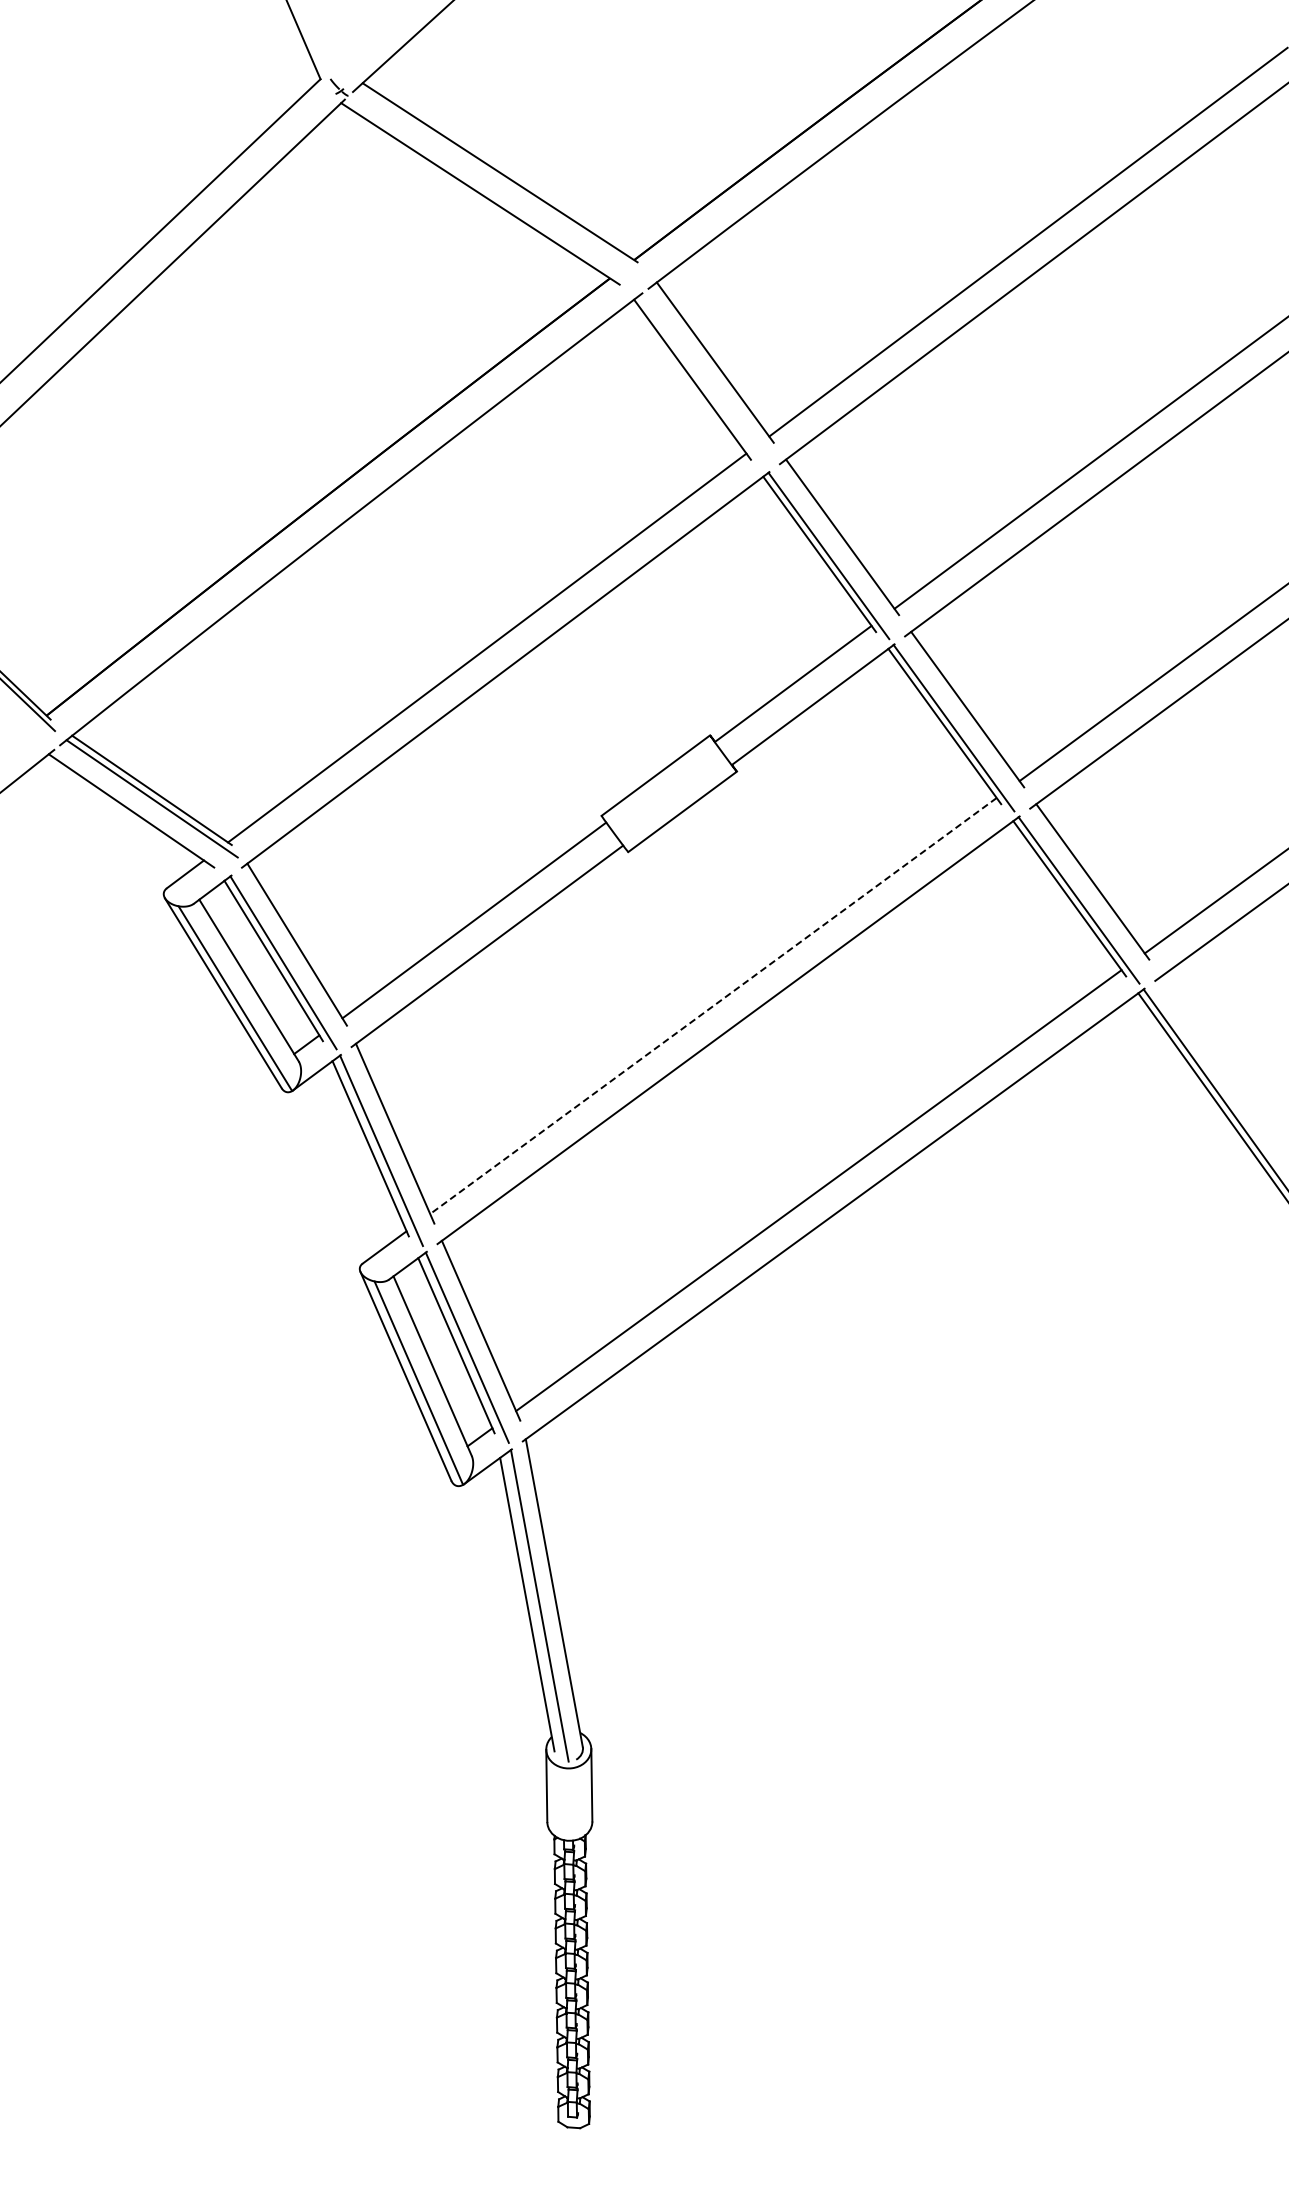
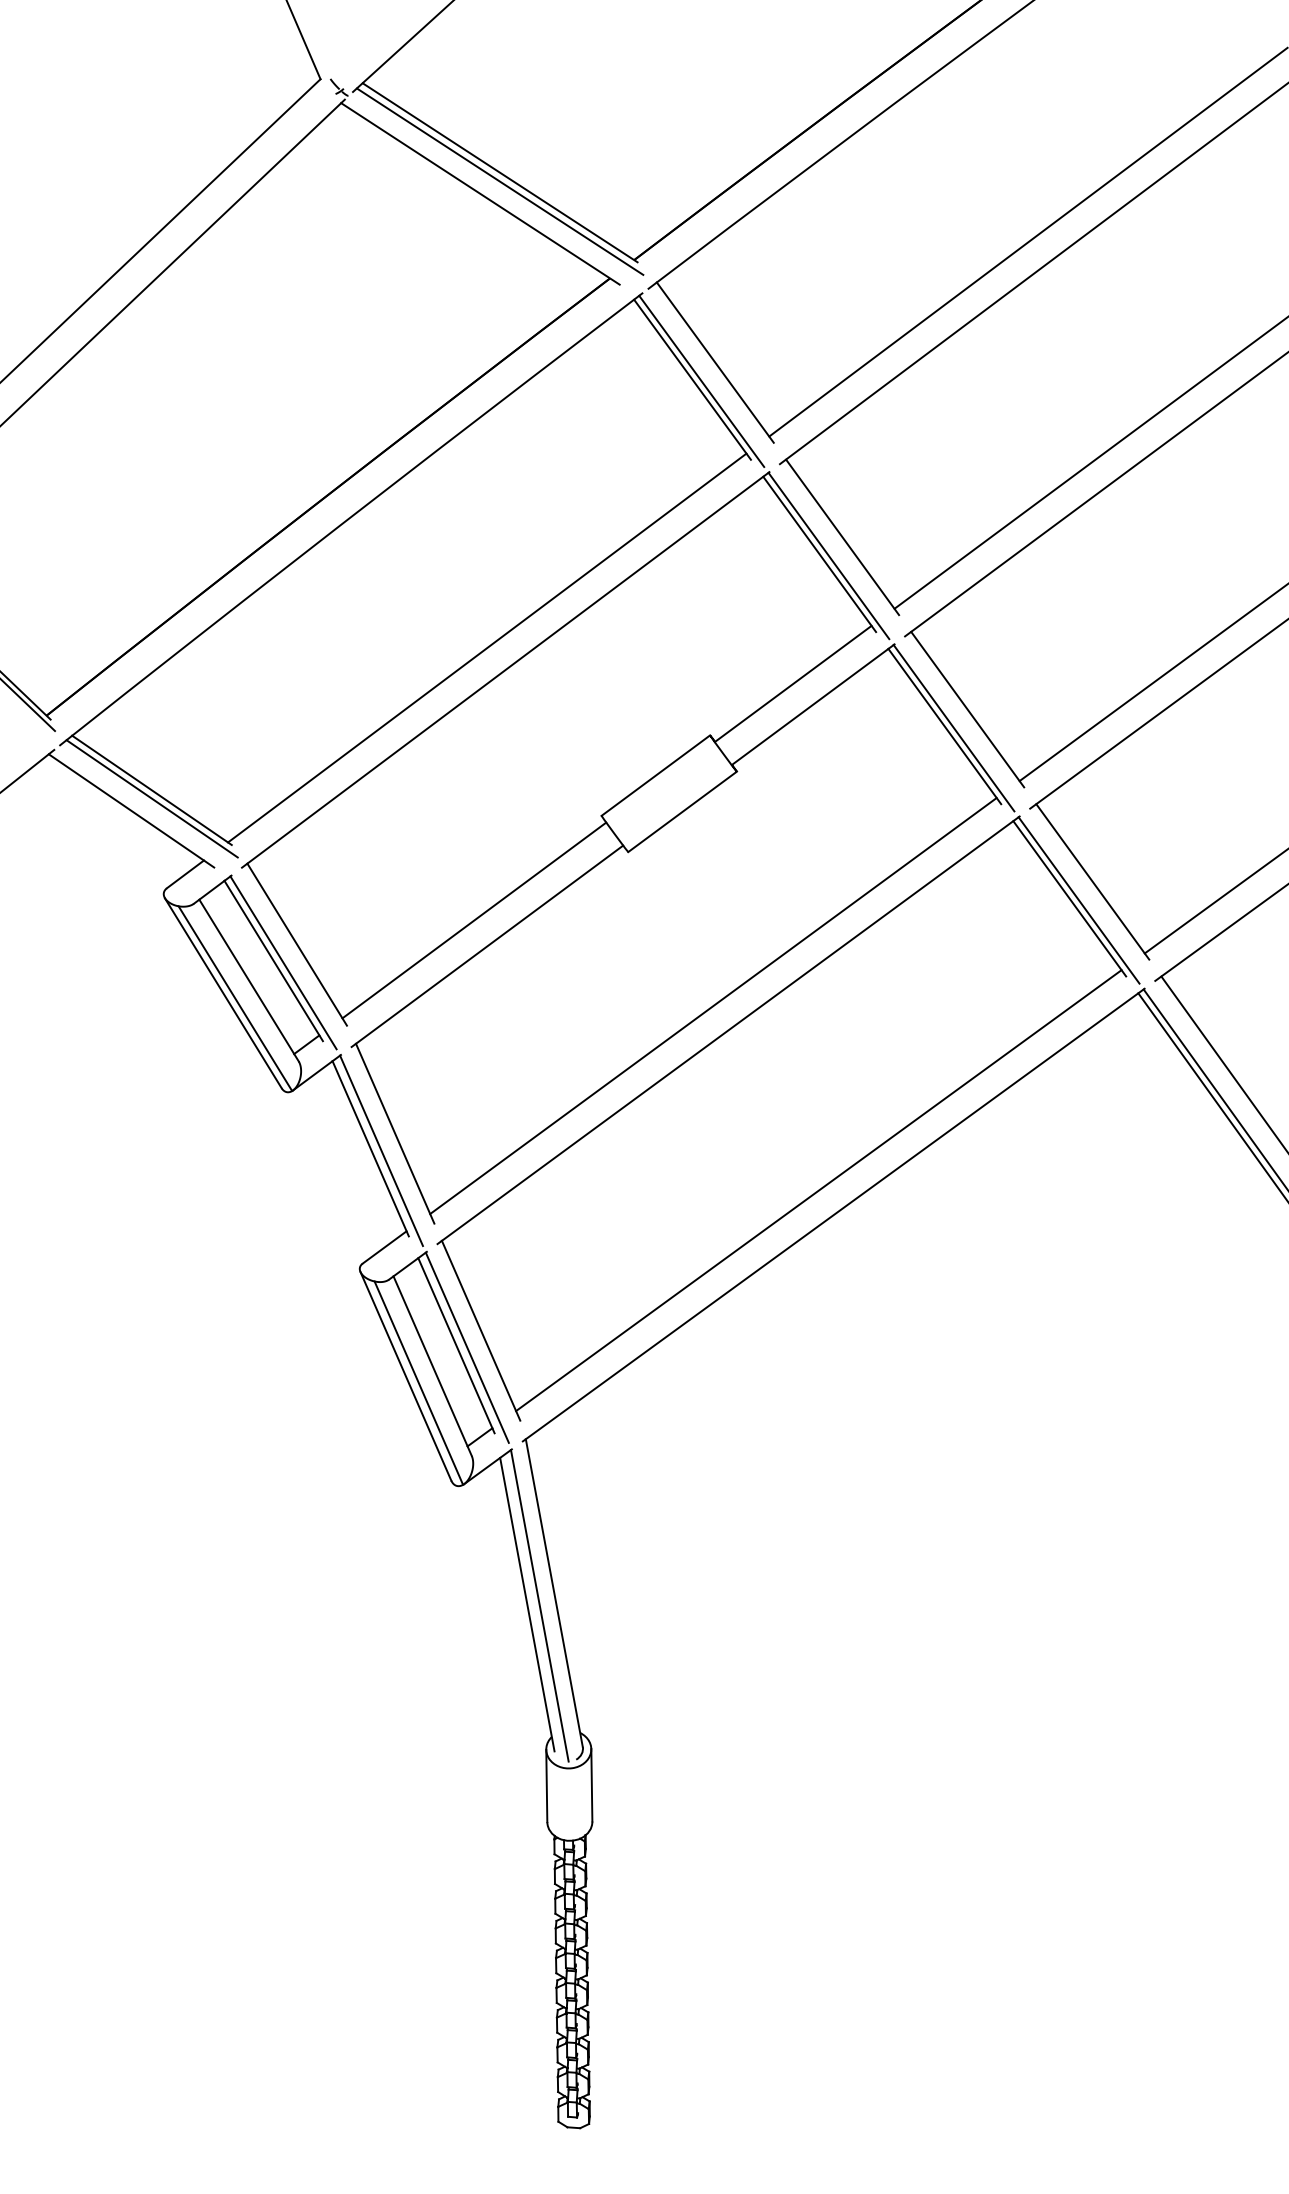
line at (500, 181): none -> present
line at (701, 381): none -> present
line at (713, 1006): dashed -> solid
line at (1223, 1062): none -> present
